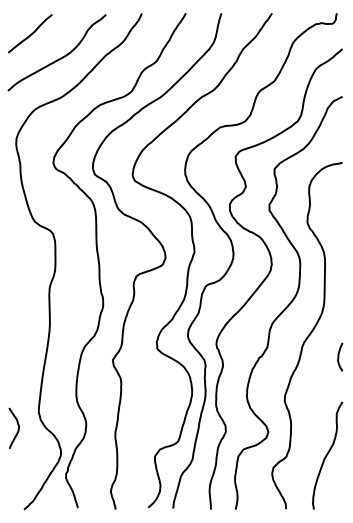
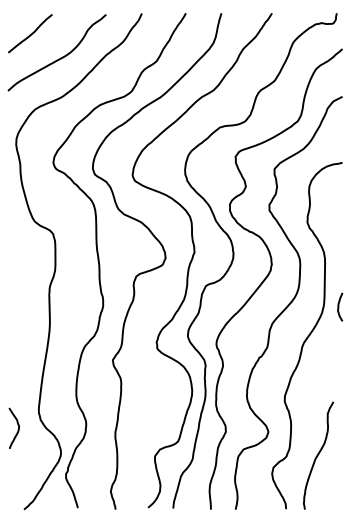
curve at (339, 356) position: (339, 356) -> (339, 306)
curve at (327, 455) position: (327, 455) -> (318, 455)
